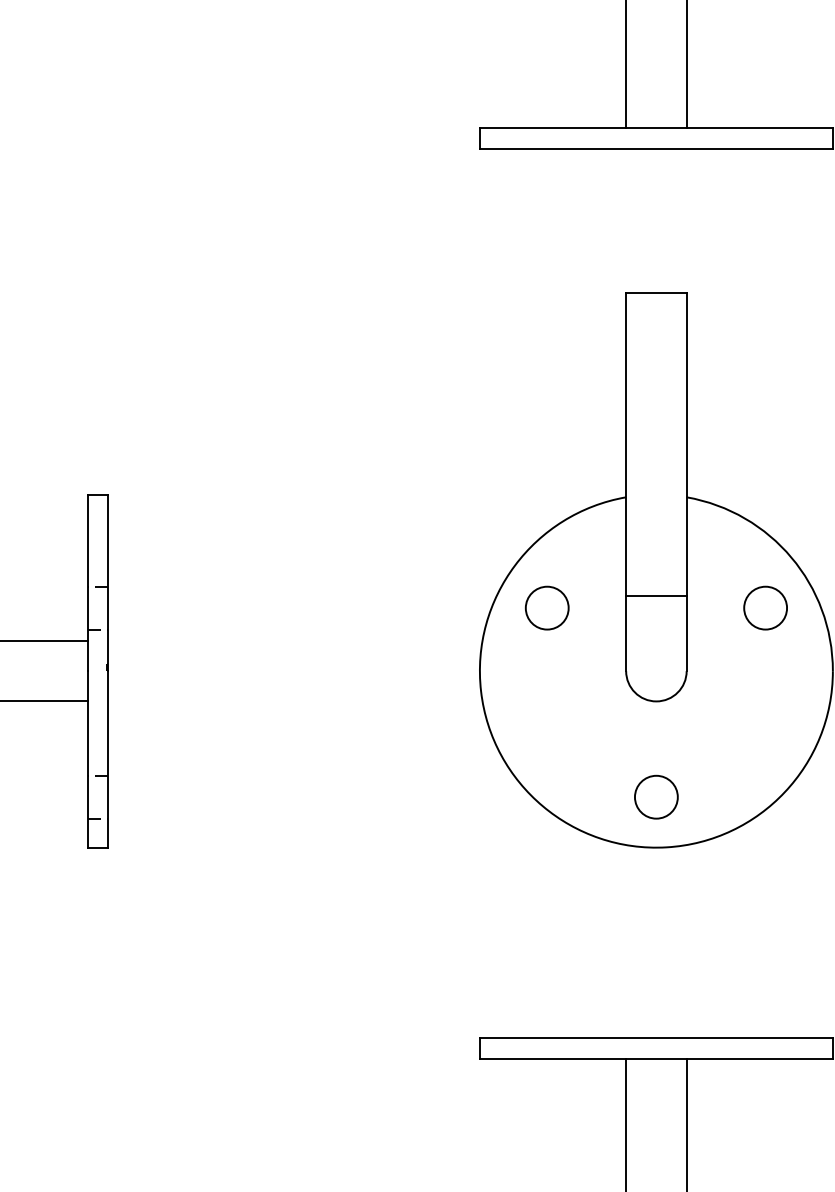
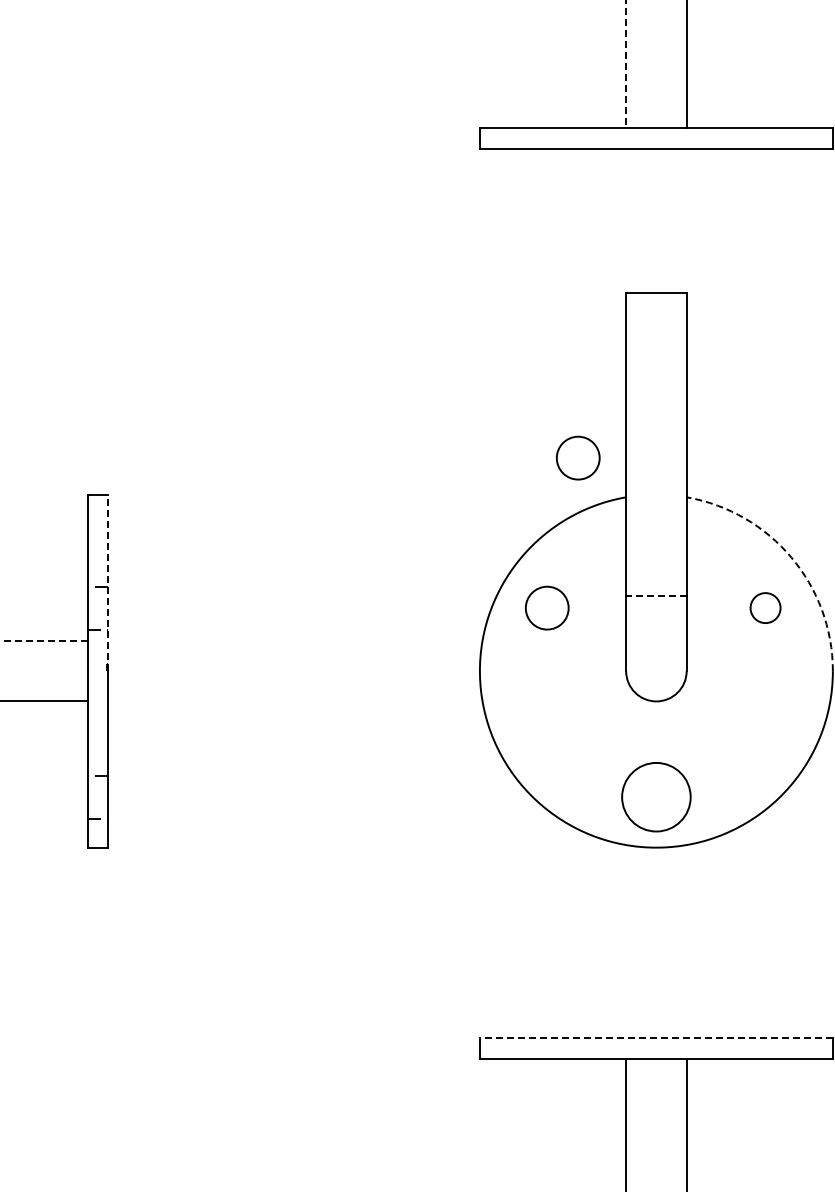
line at (626, 64): solid -> dashed
circle at (577, 457): none -> present
arc at (791, 557): solid -> dashed
line at (107, 582): solid -> dashed
line at (655, 595): solid -> dashed
circle at (765, 607) size: 45x46 px -> 33x32 px
line at (43, 640): solid -> dashed
circle at (655, 796) diameter: 43 px -> 69 px
line at (655, 1038): solid -> dashed
